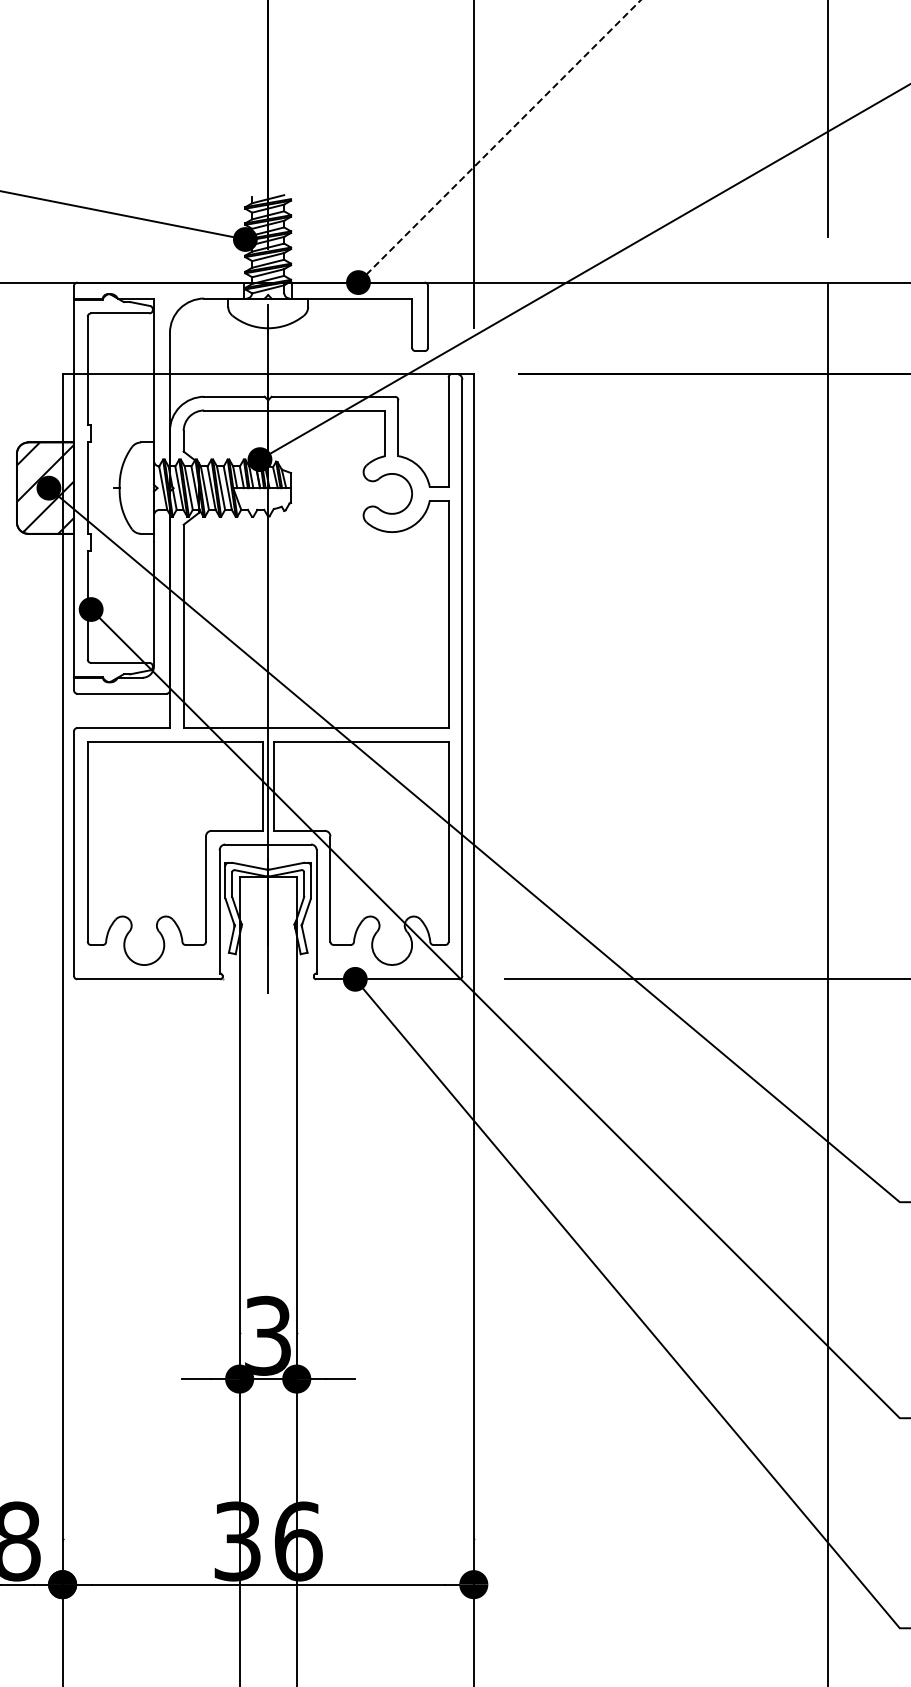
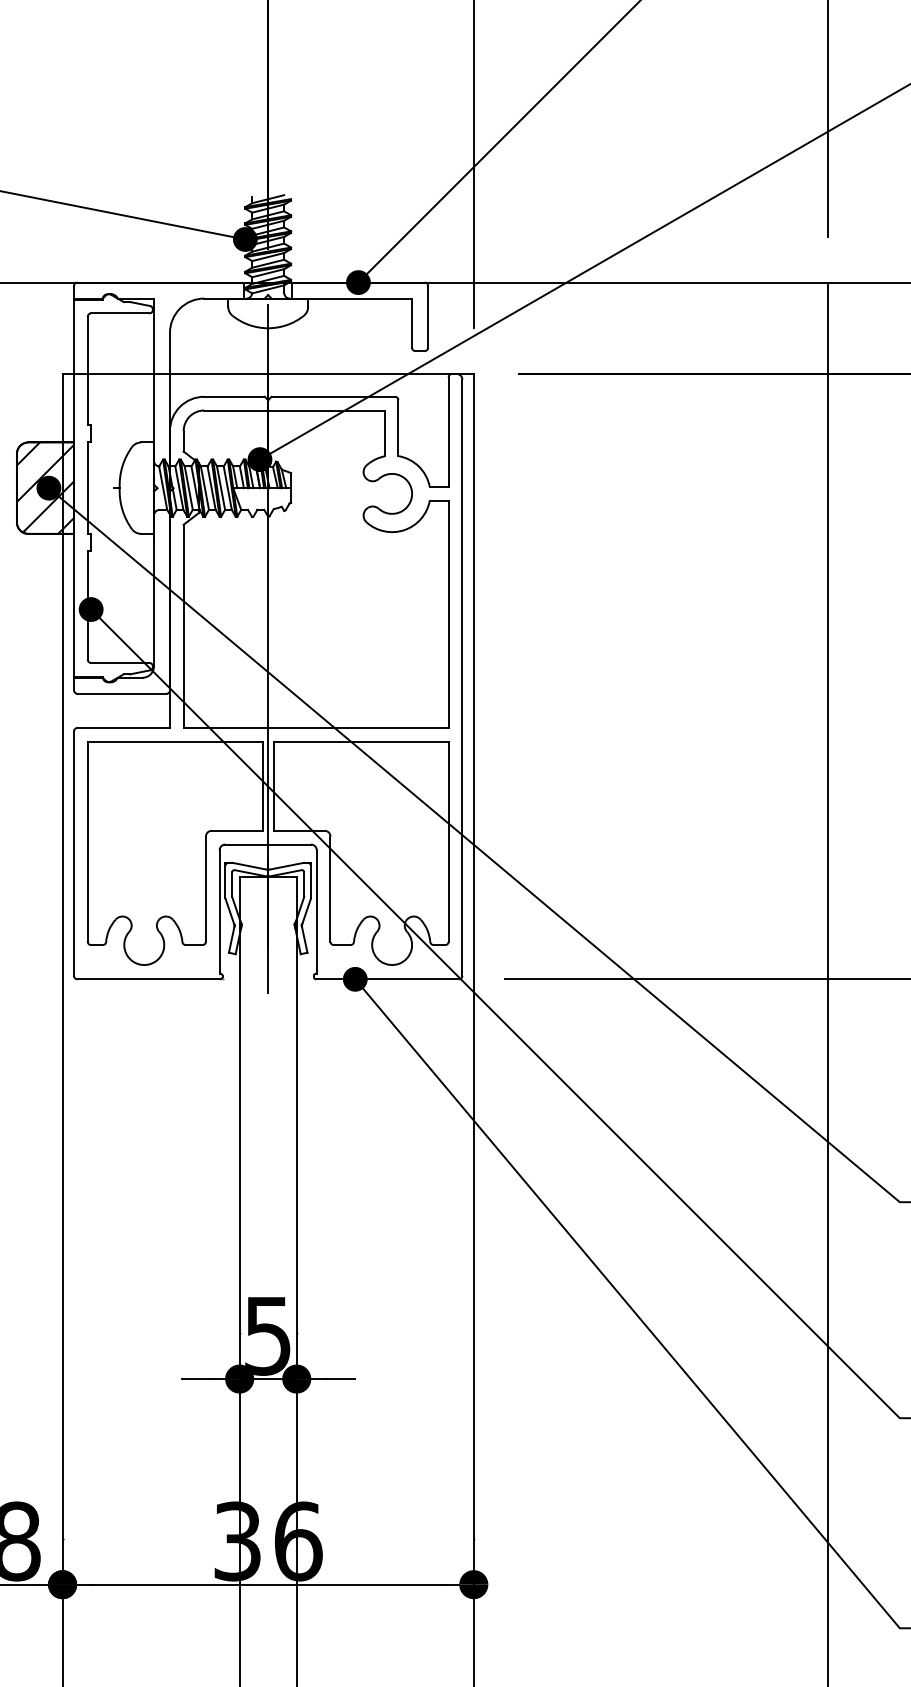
line at (499, 141): dashed -> solid
text at (267, 1335): 3 -> 5
